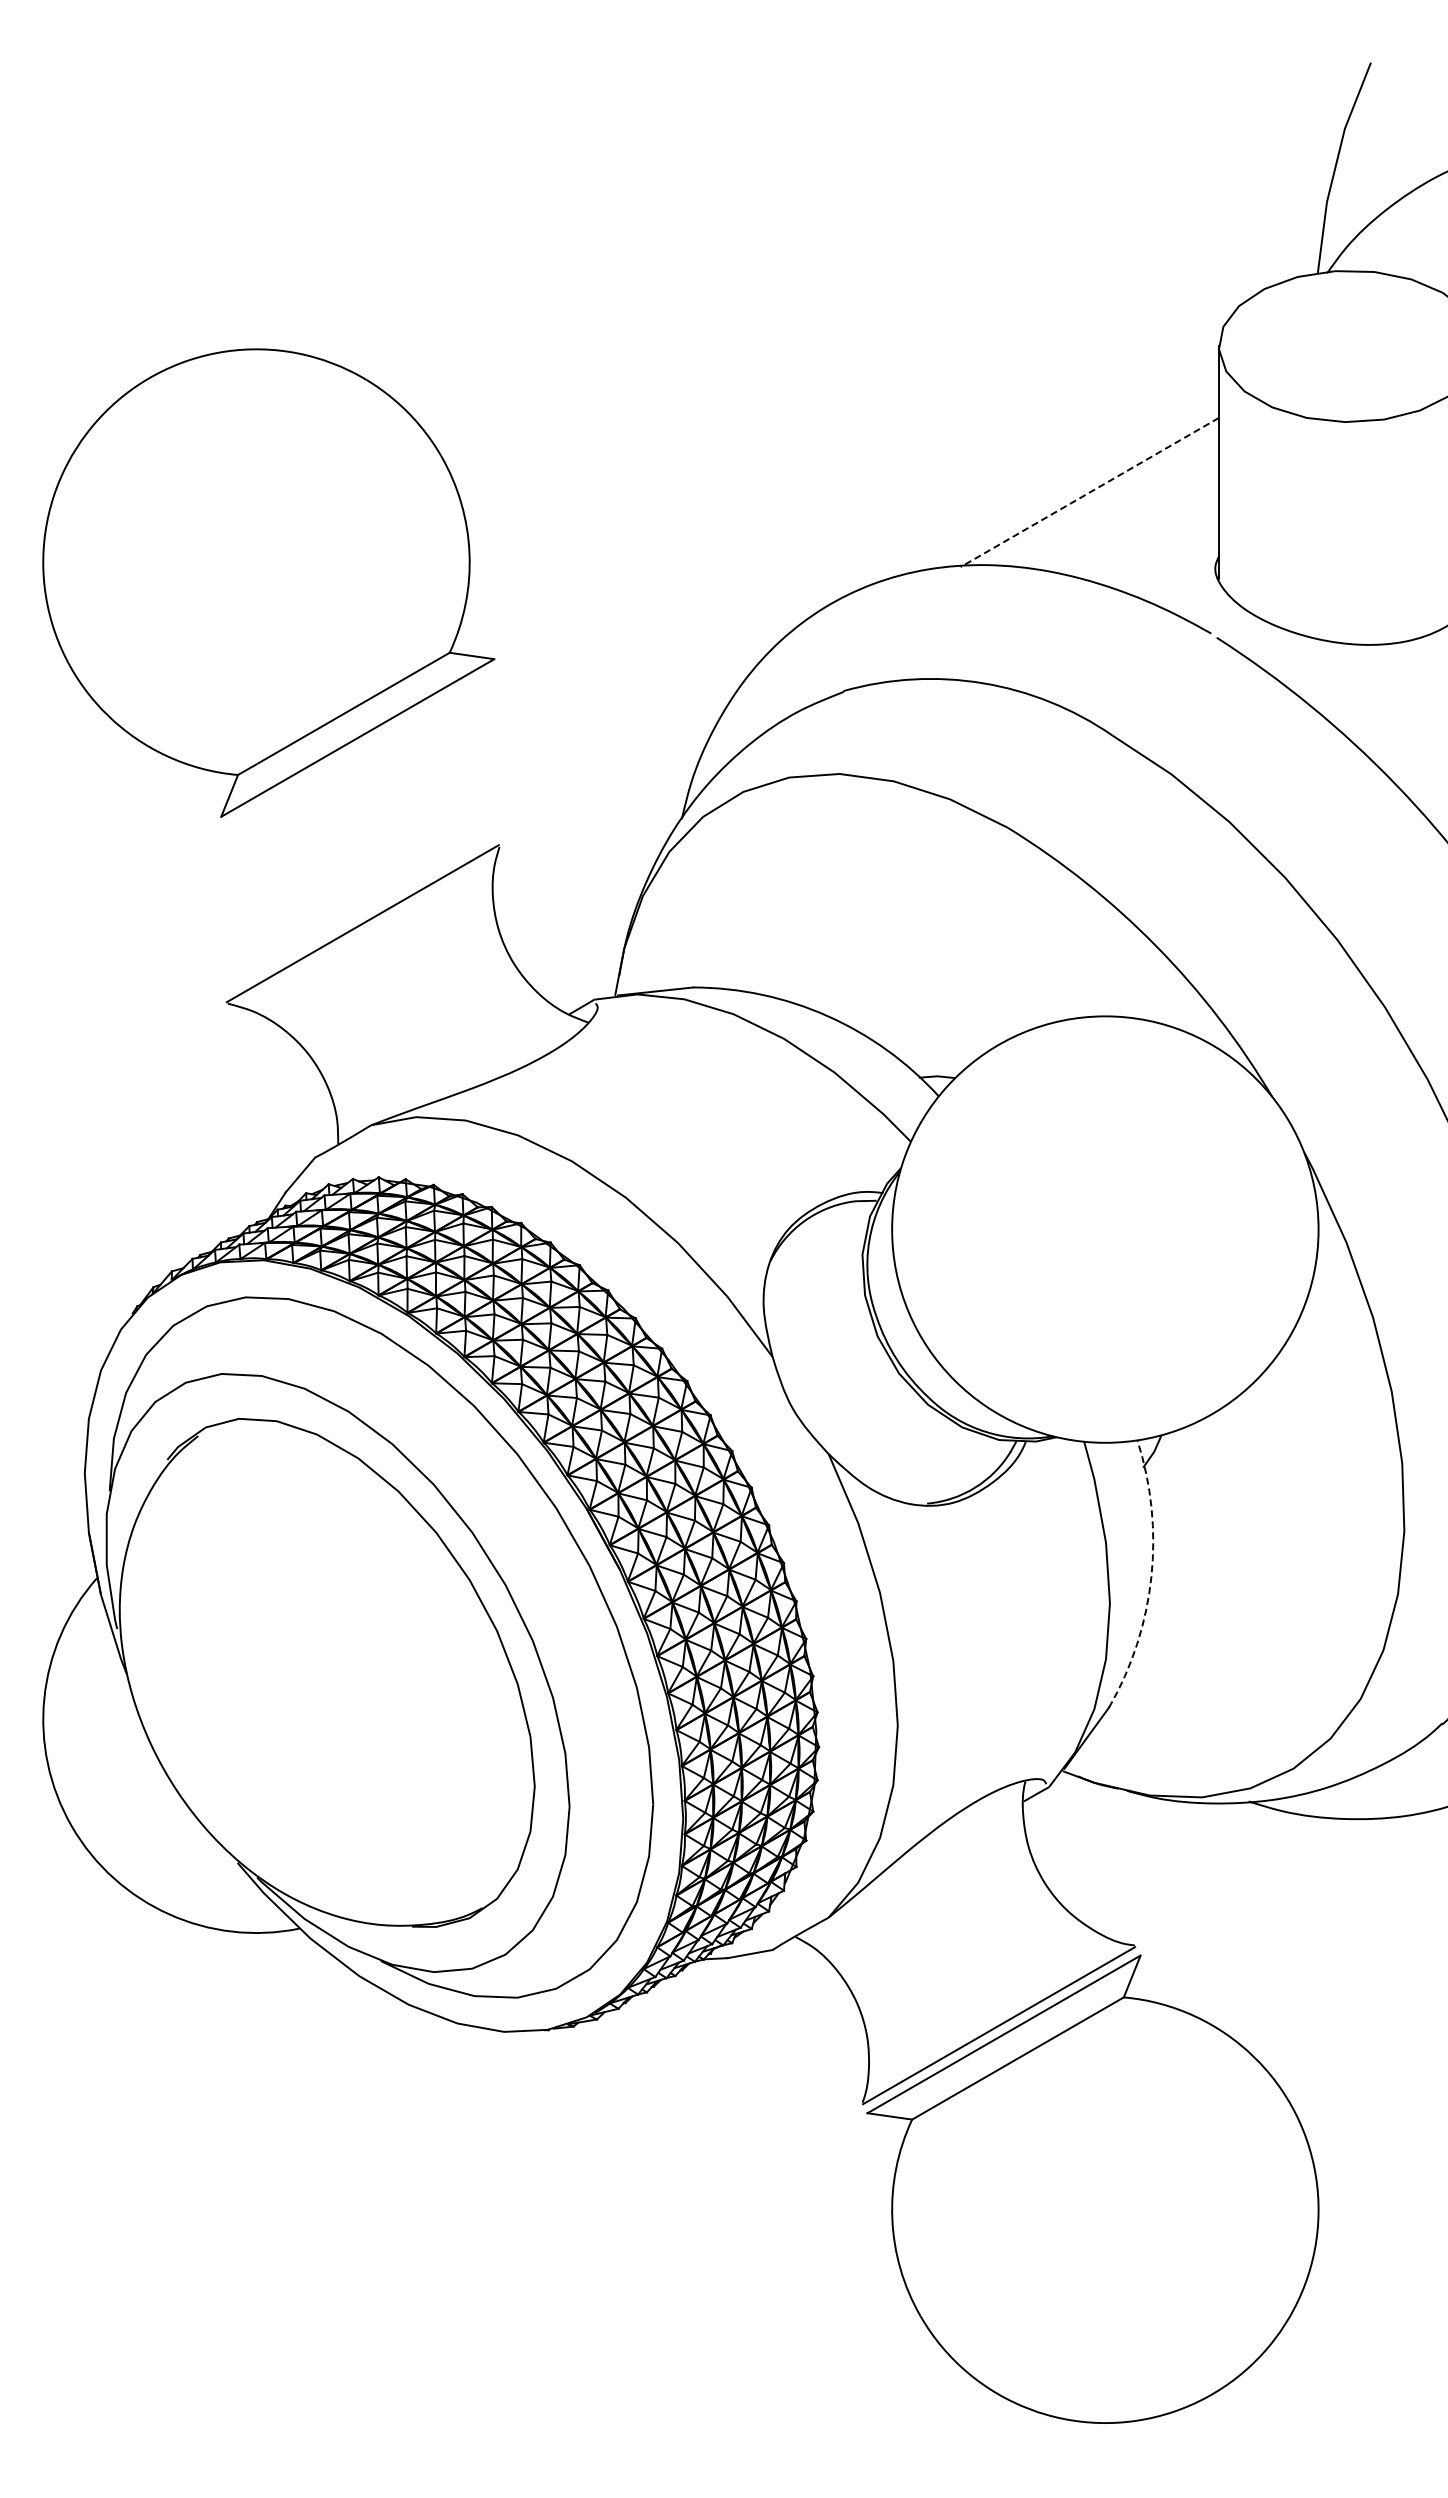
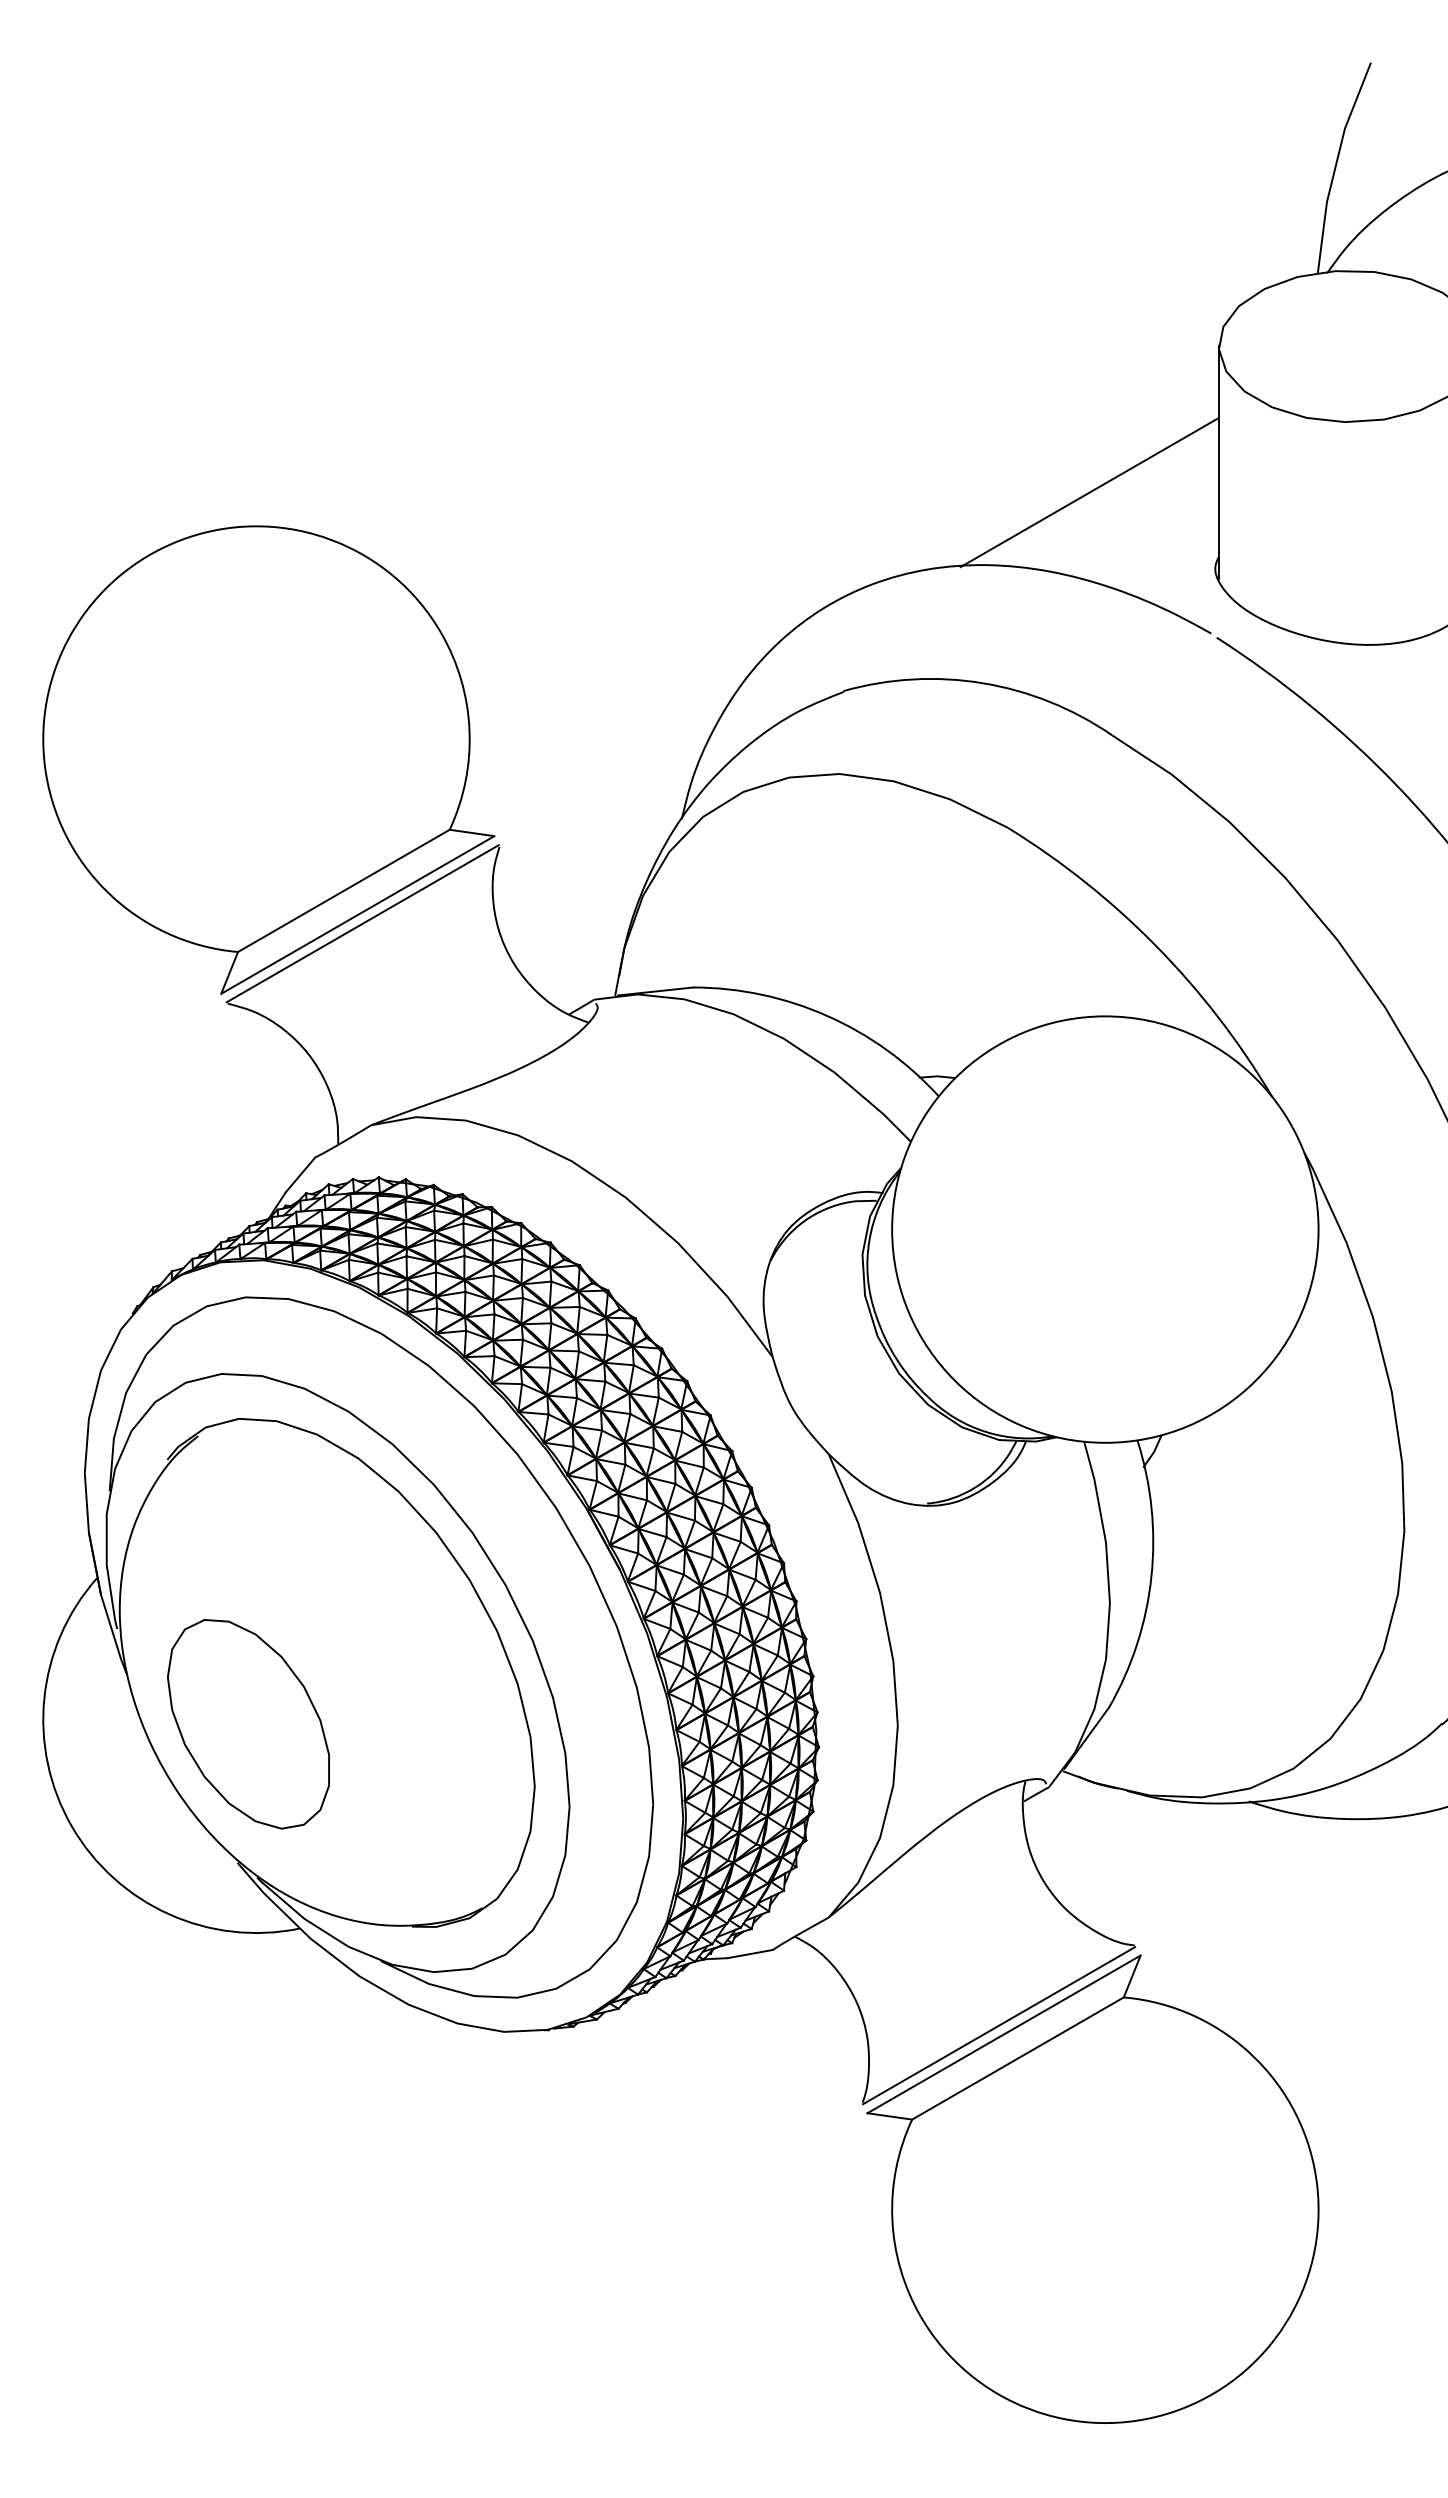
line at (1089, 492): dashed -> solid
part at (268, 582) position: (268, 582) -> (268, 759)
arc at (1151, 1576): dashed -> solid
part at (248, 1724): none -> present
